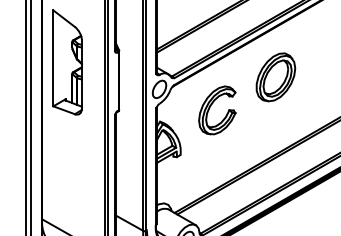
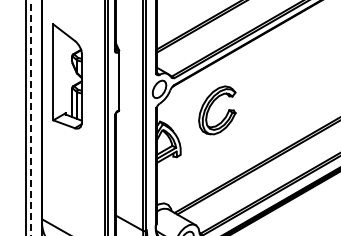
part at (67, 62) position: (67, 62) -> (67, 76)
part at (275, 77): present -> none
line at (31, 118): solid -> dashed
